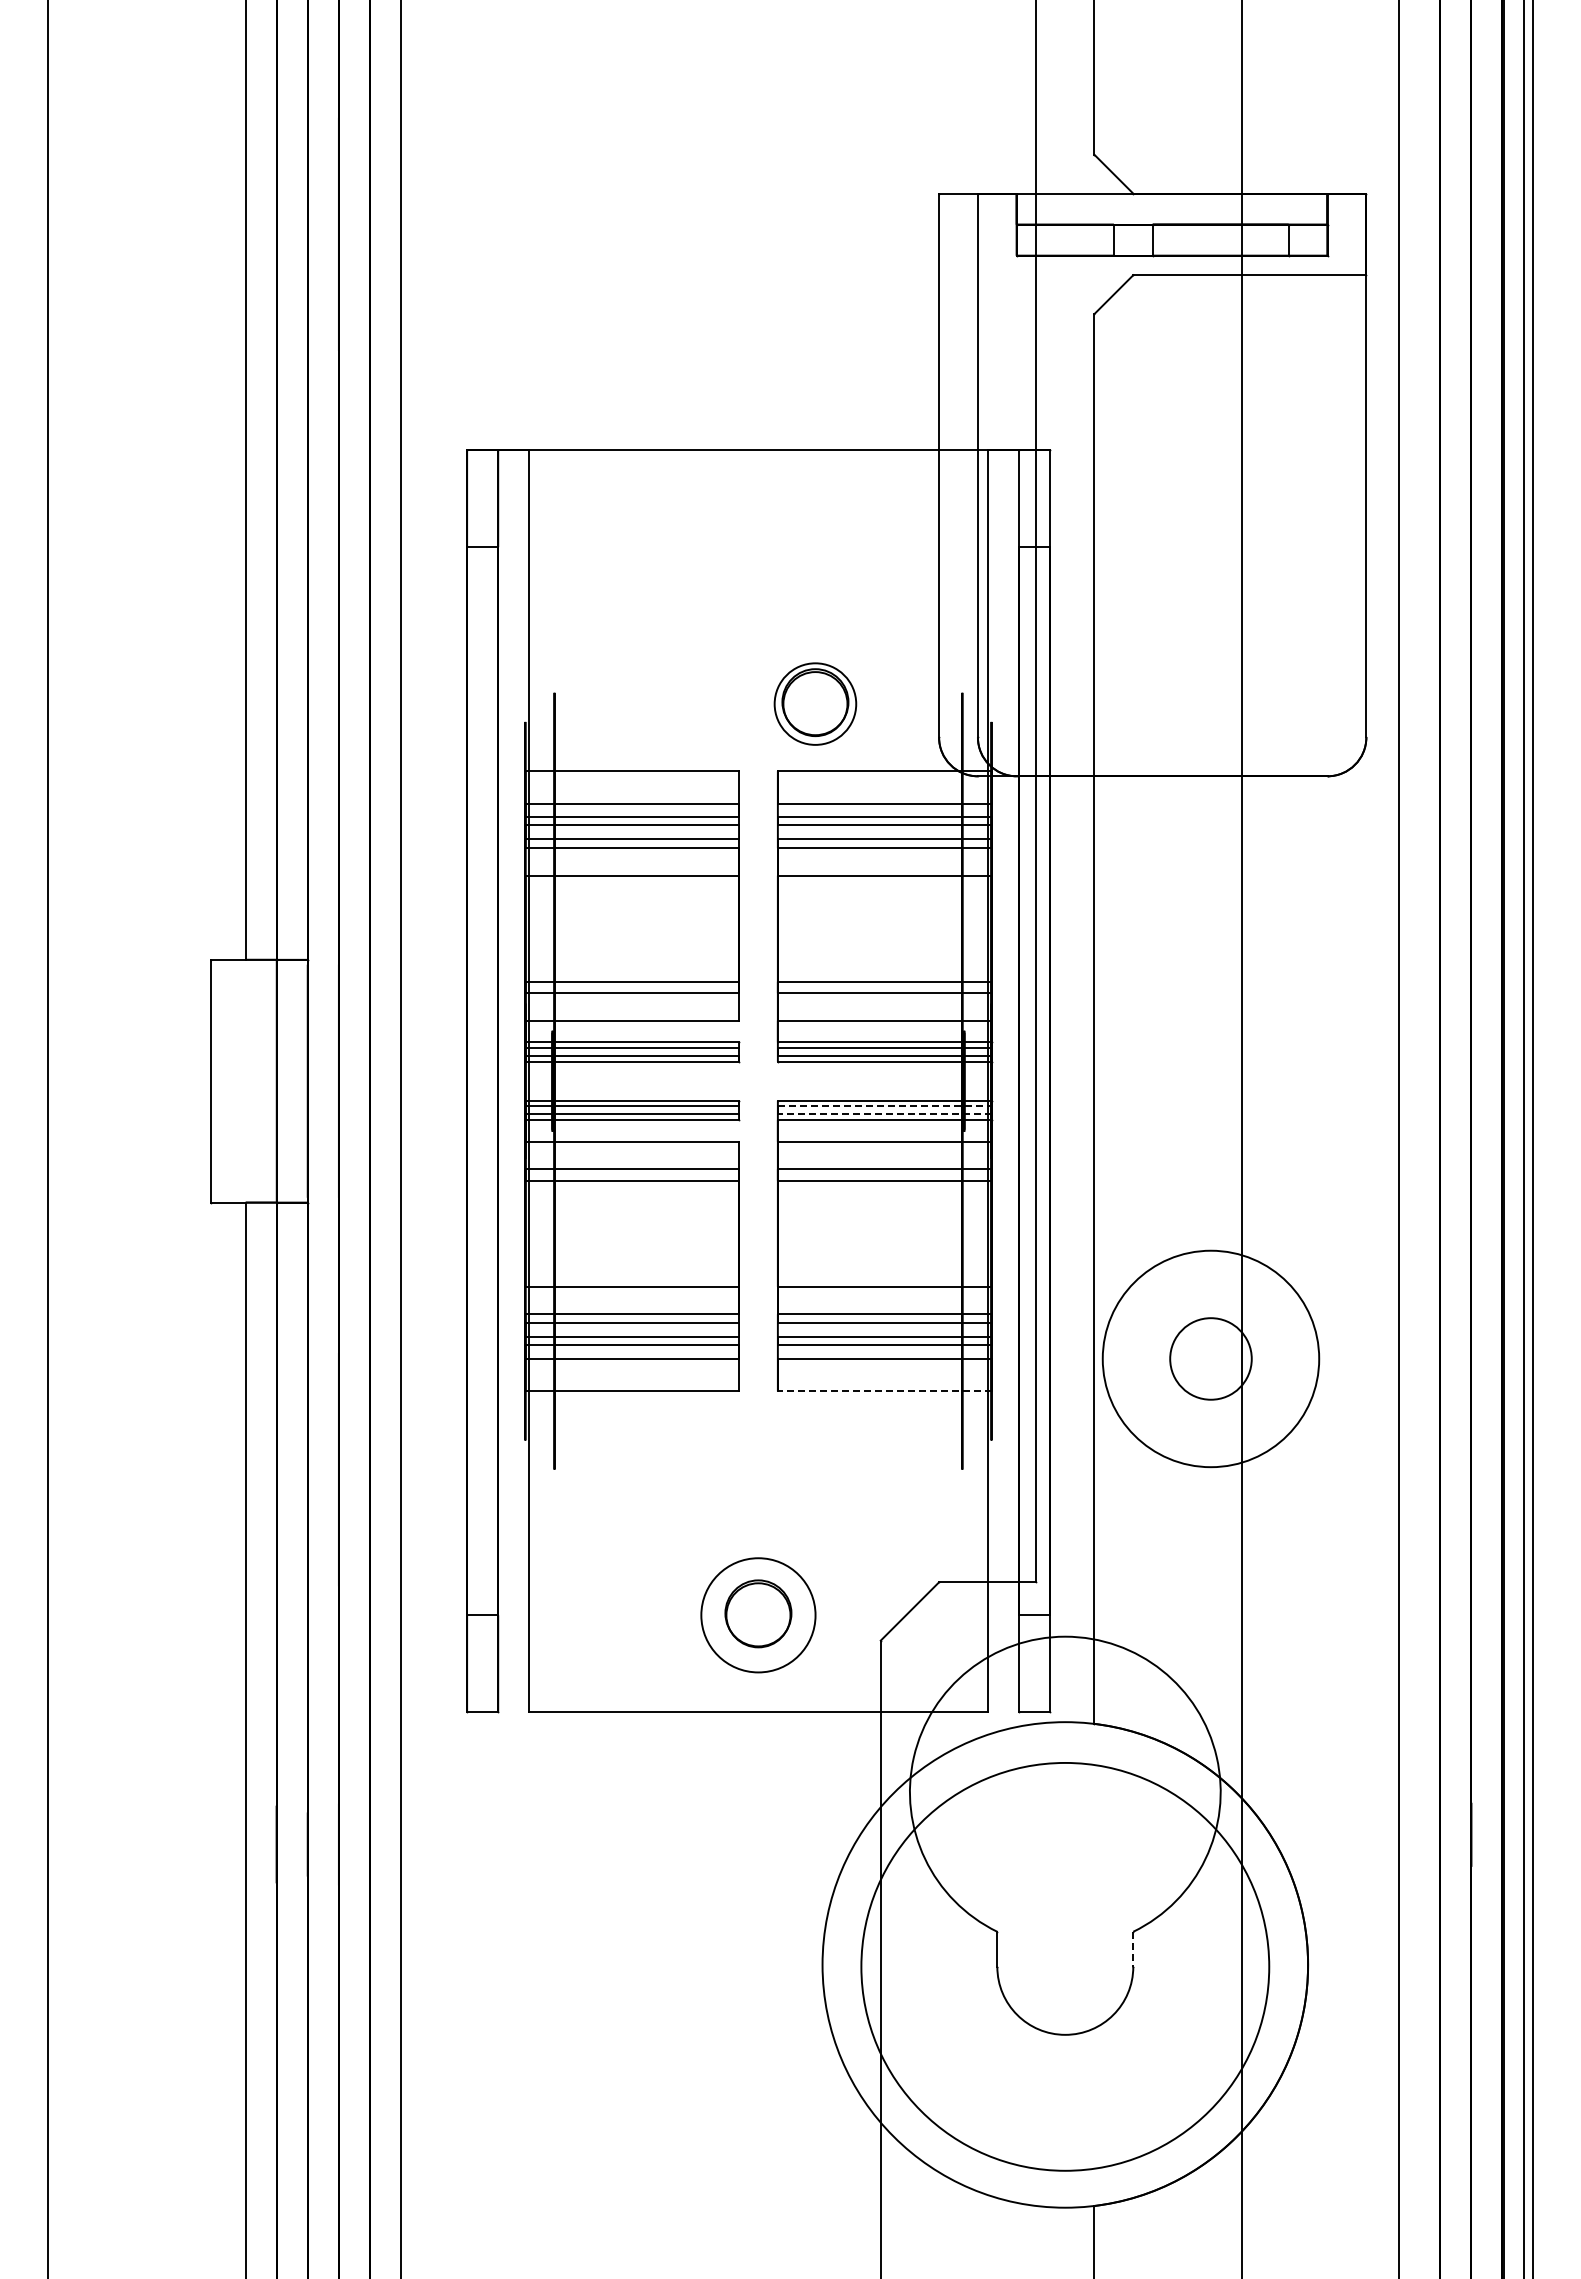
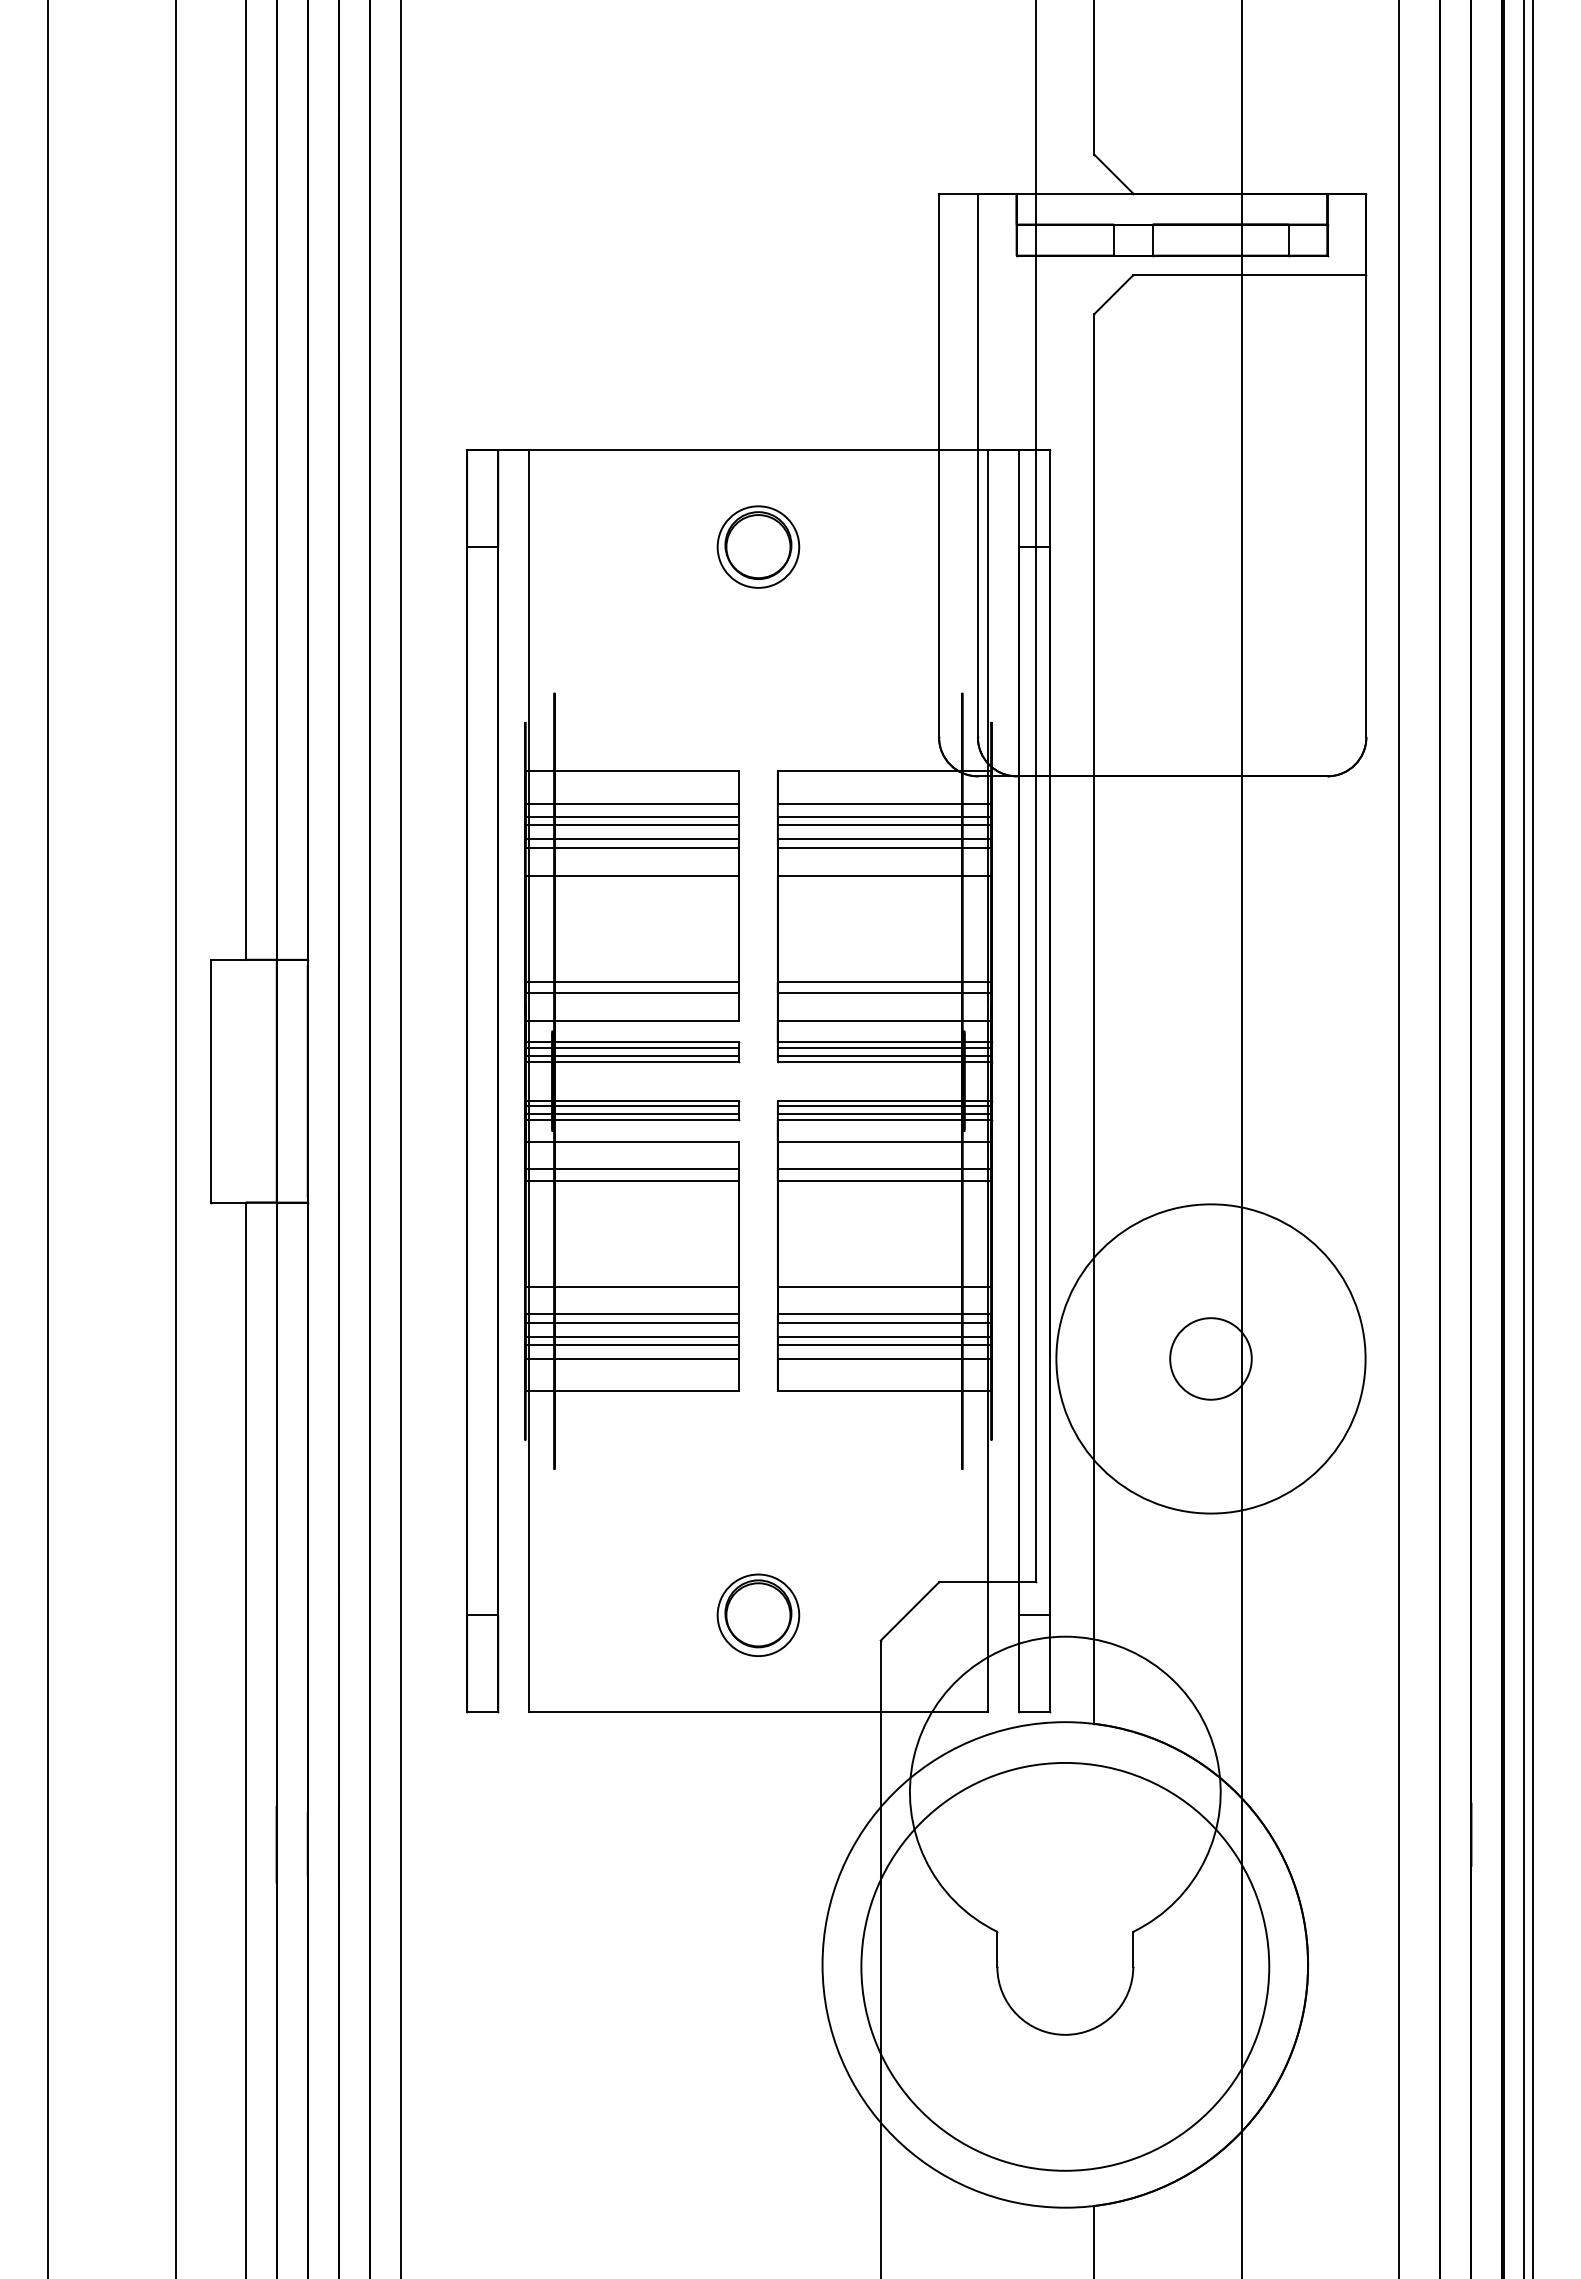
part at (815, 703) position: (815, 703) -> (758, 546)
line at (884, 1106): dashed -> solid
line at (884, 1114): dashed -> solid
line at (175, 1138): none -> present
circle at (1210, 1358) diameter: 216 px -> 309 px
line at (884, 1391): dashed -> solid
circle at (758, 1615) diameter: 114 px -> 82 px
line at (1133, 1949): dashed -> solid
